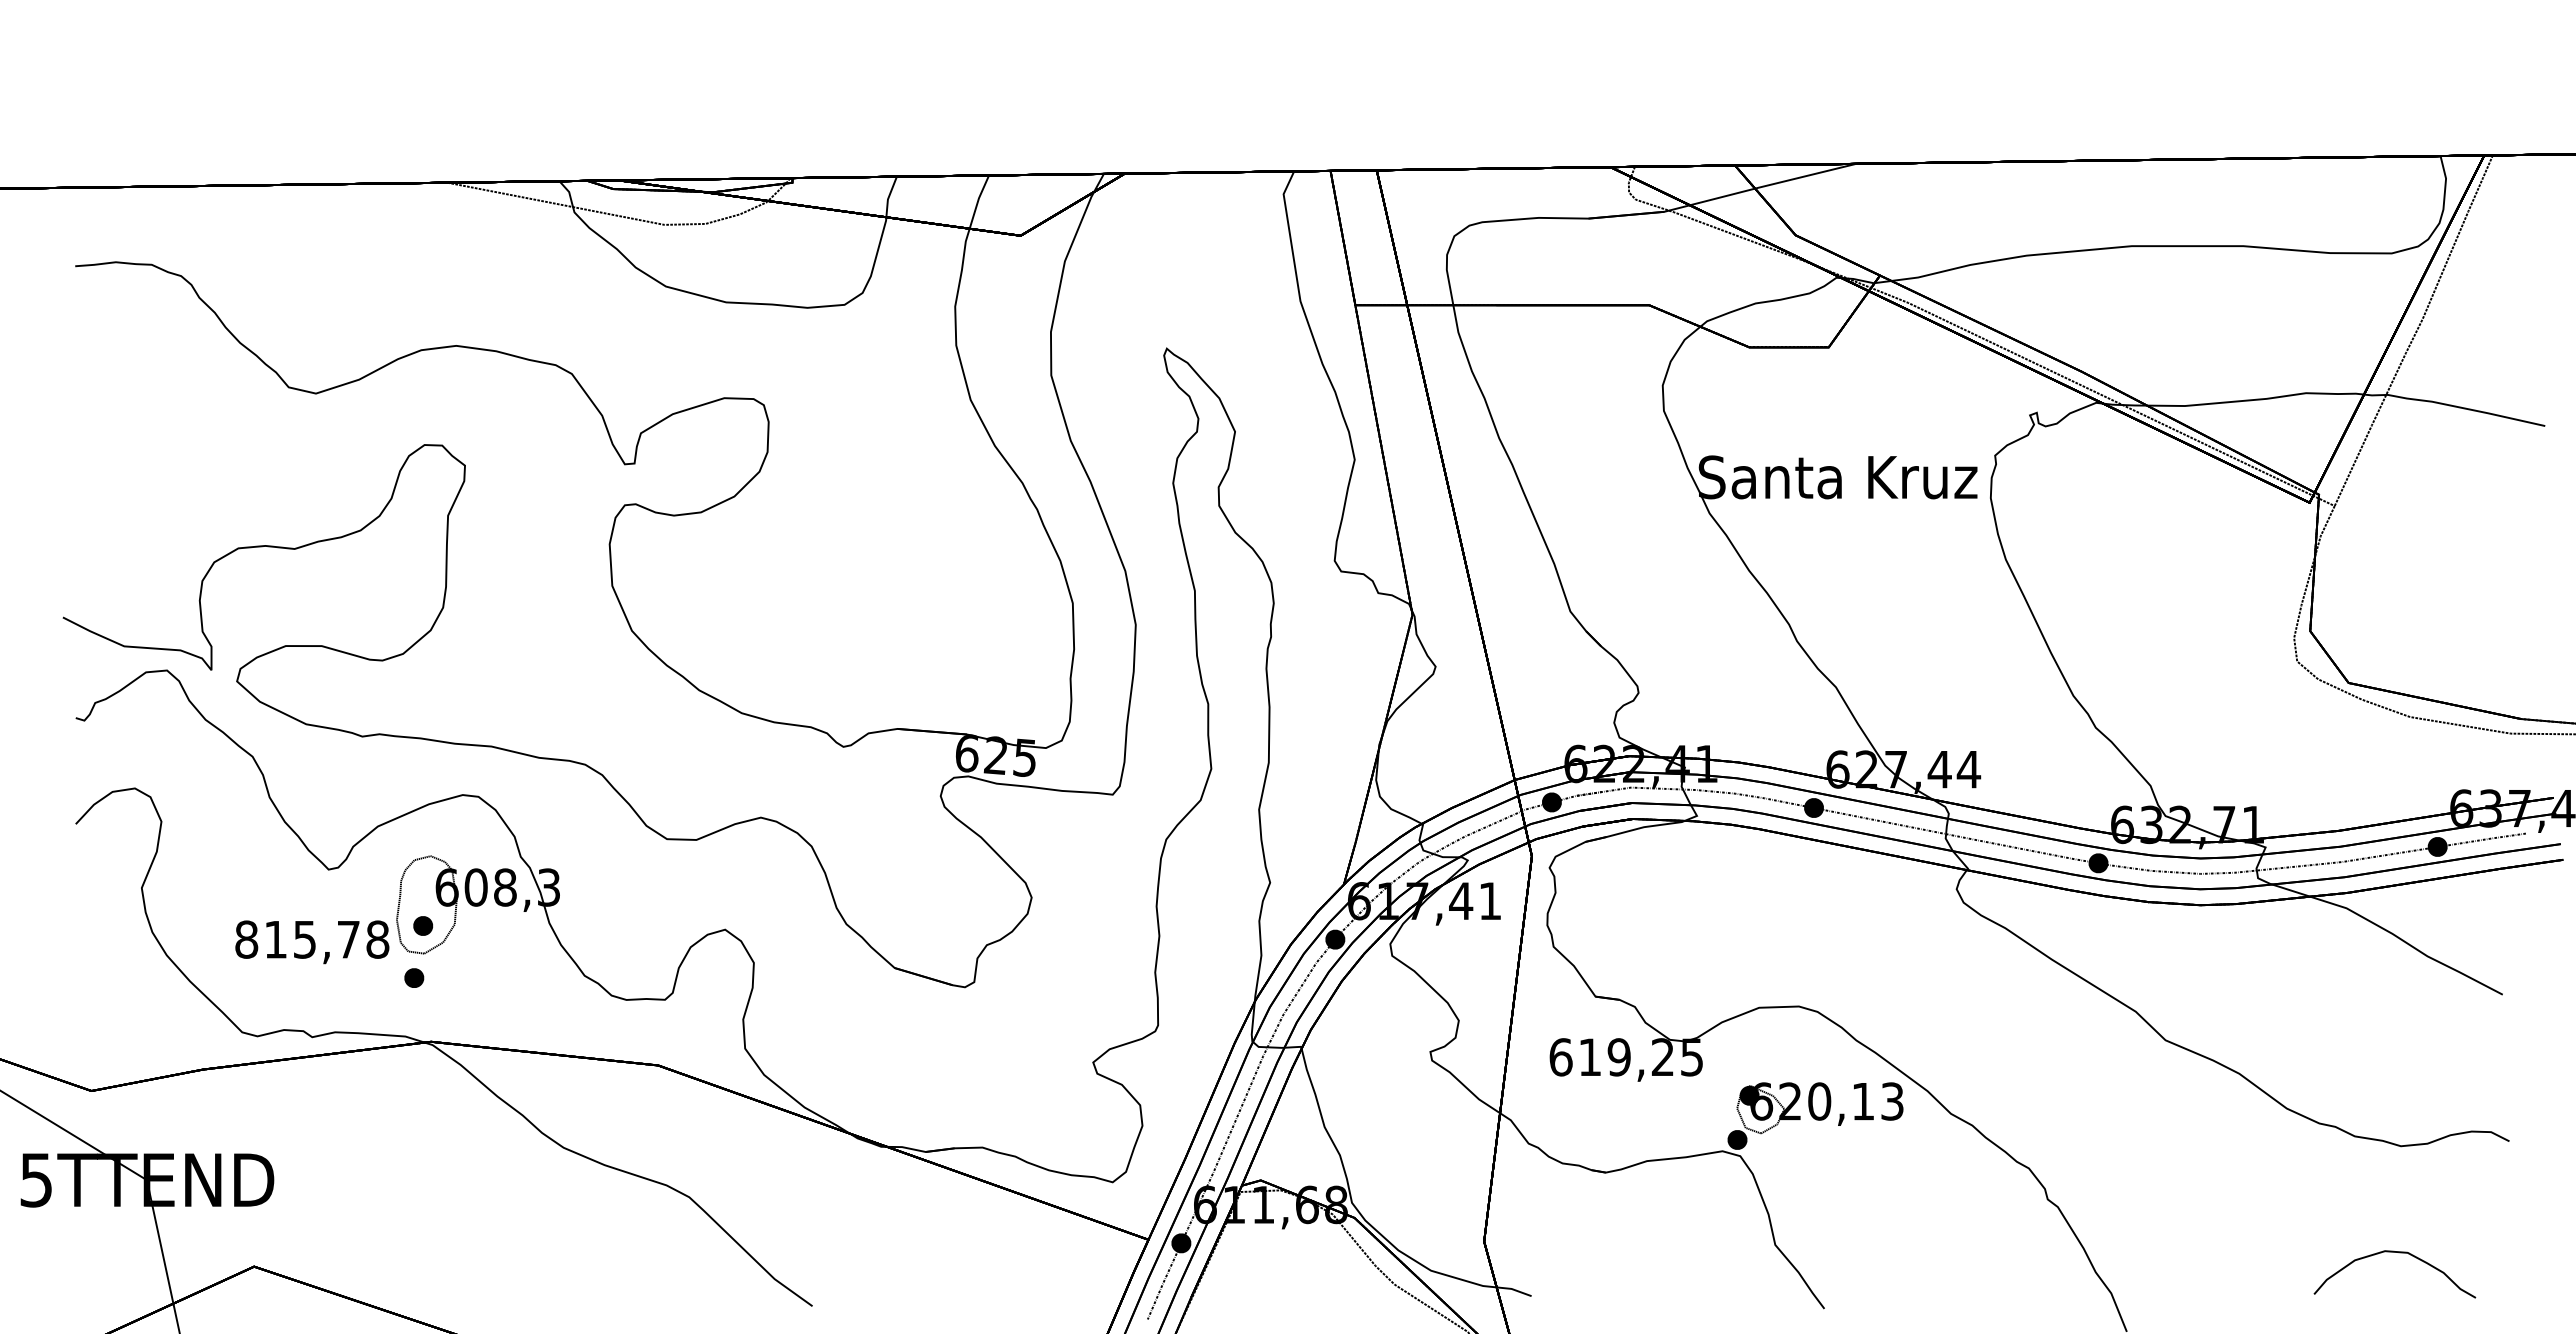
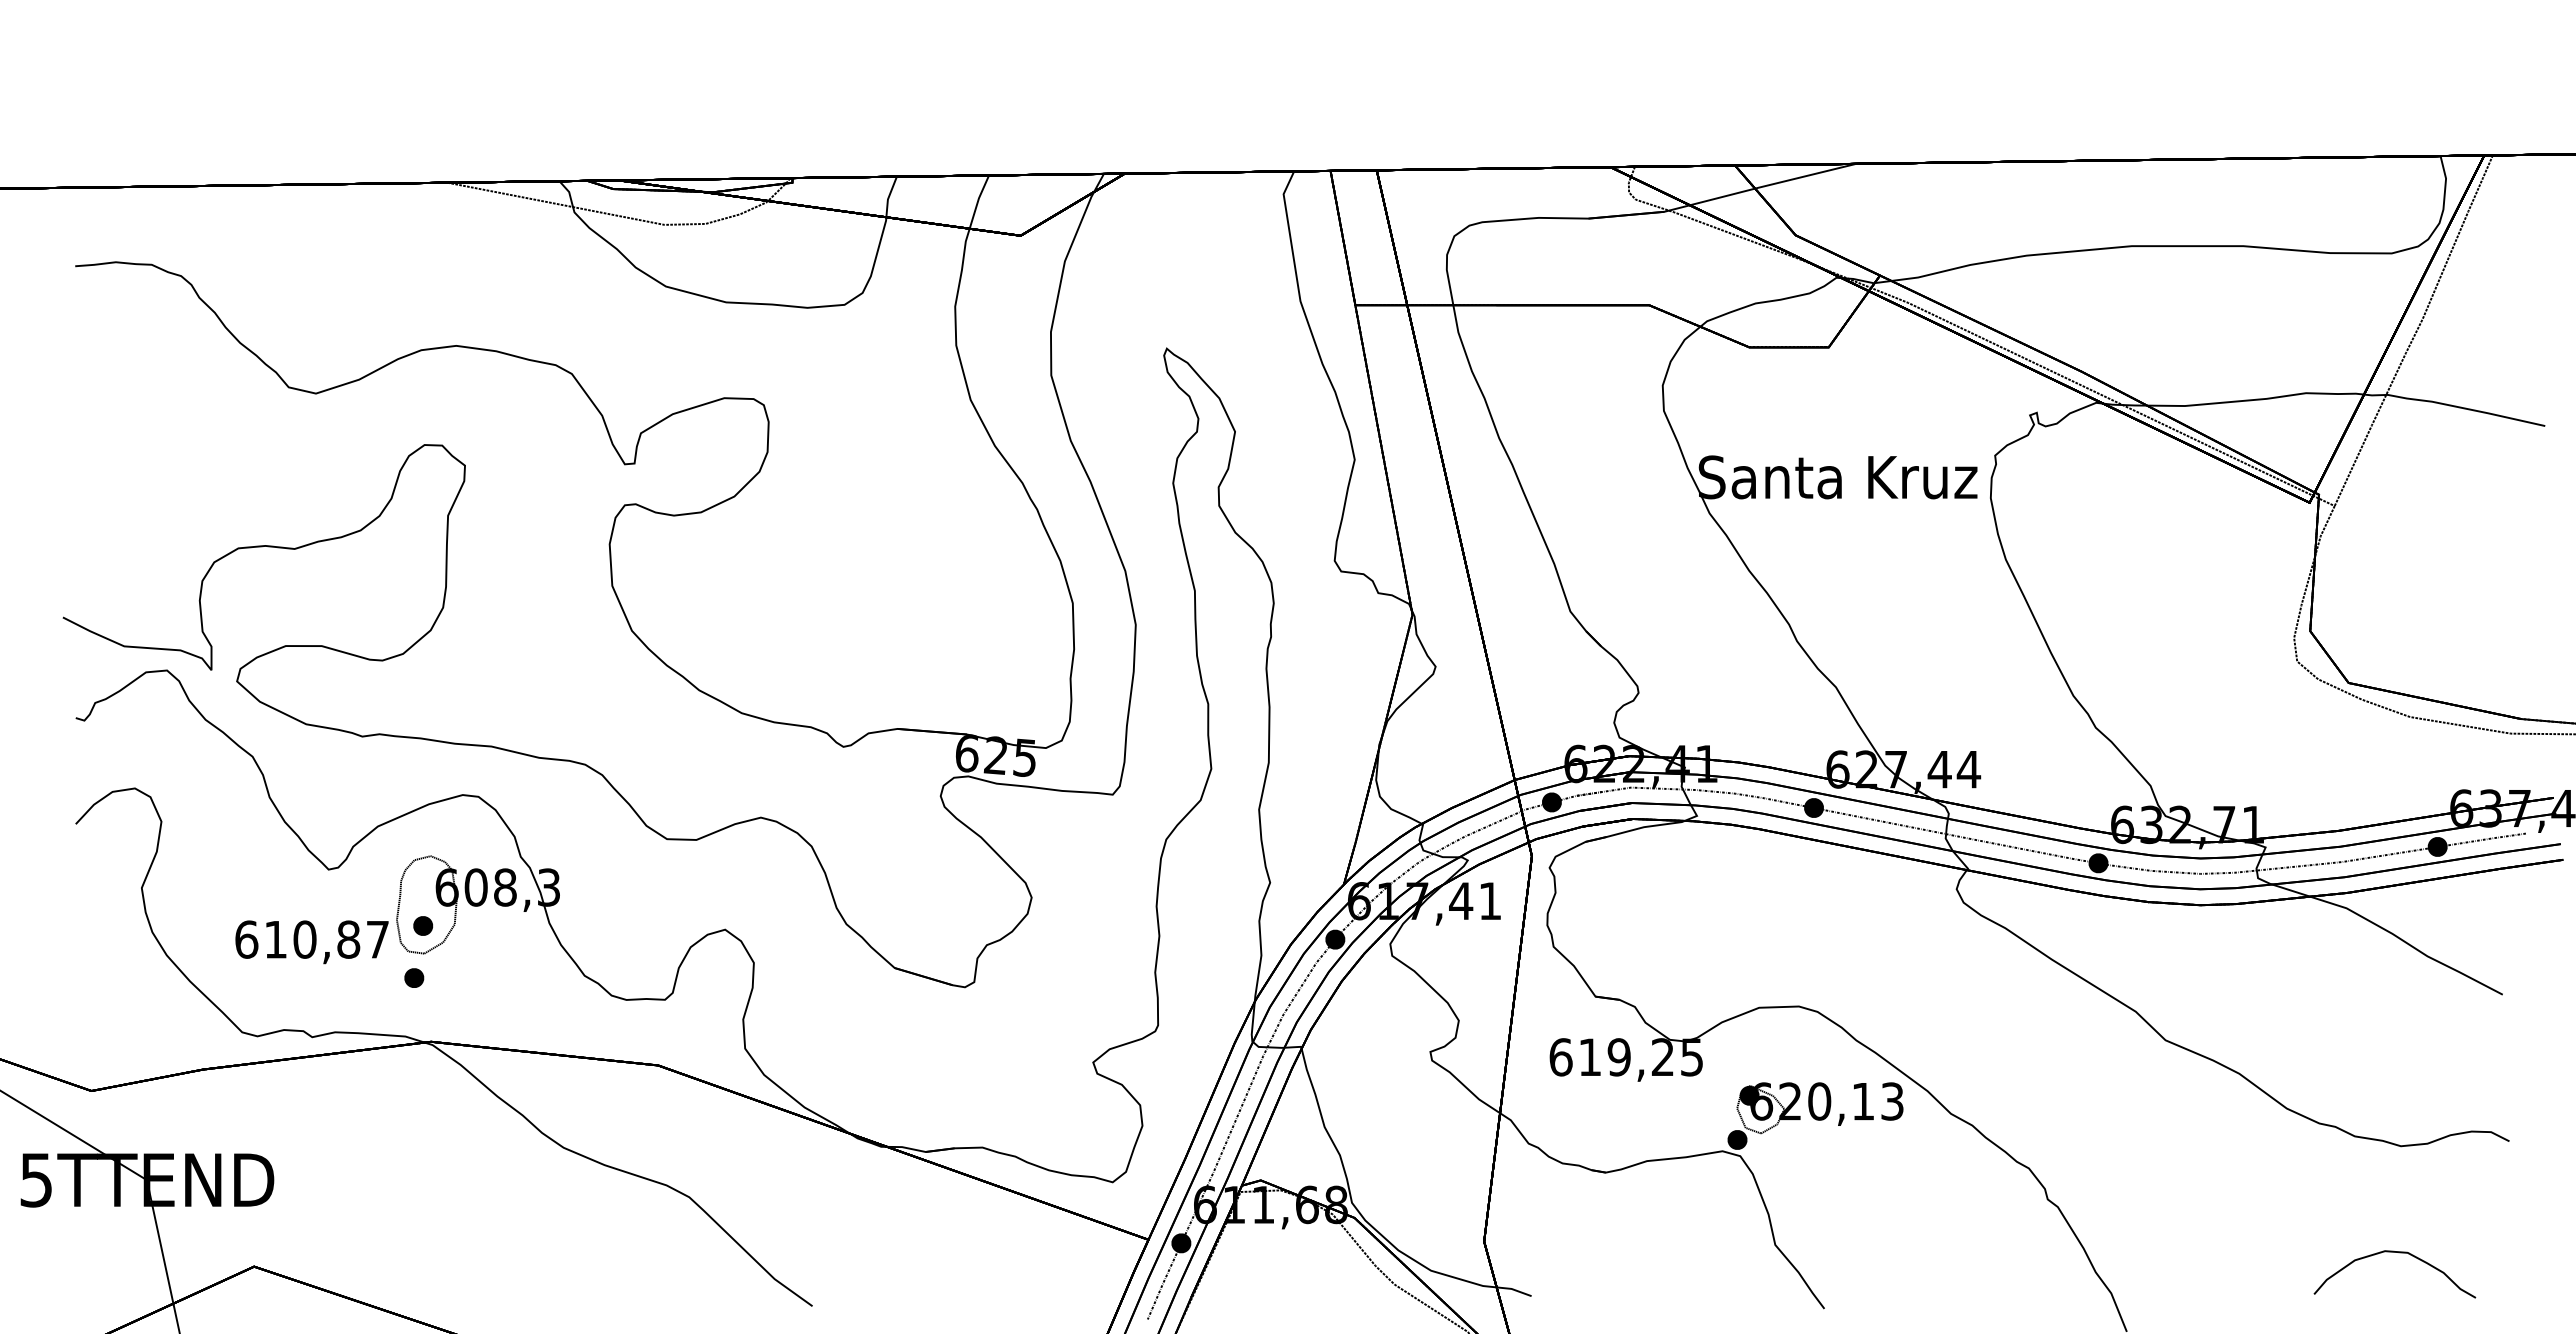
text at (312, 939): 815,78 -> 610,87
